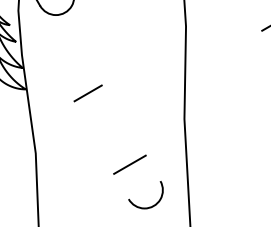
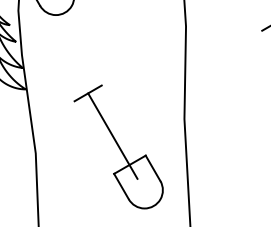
line at (112, 135): none -> present
line at (152, 168): none -> present
line at (121, 186): none -> present
